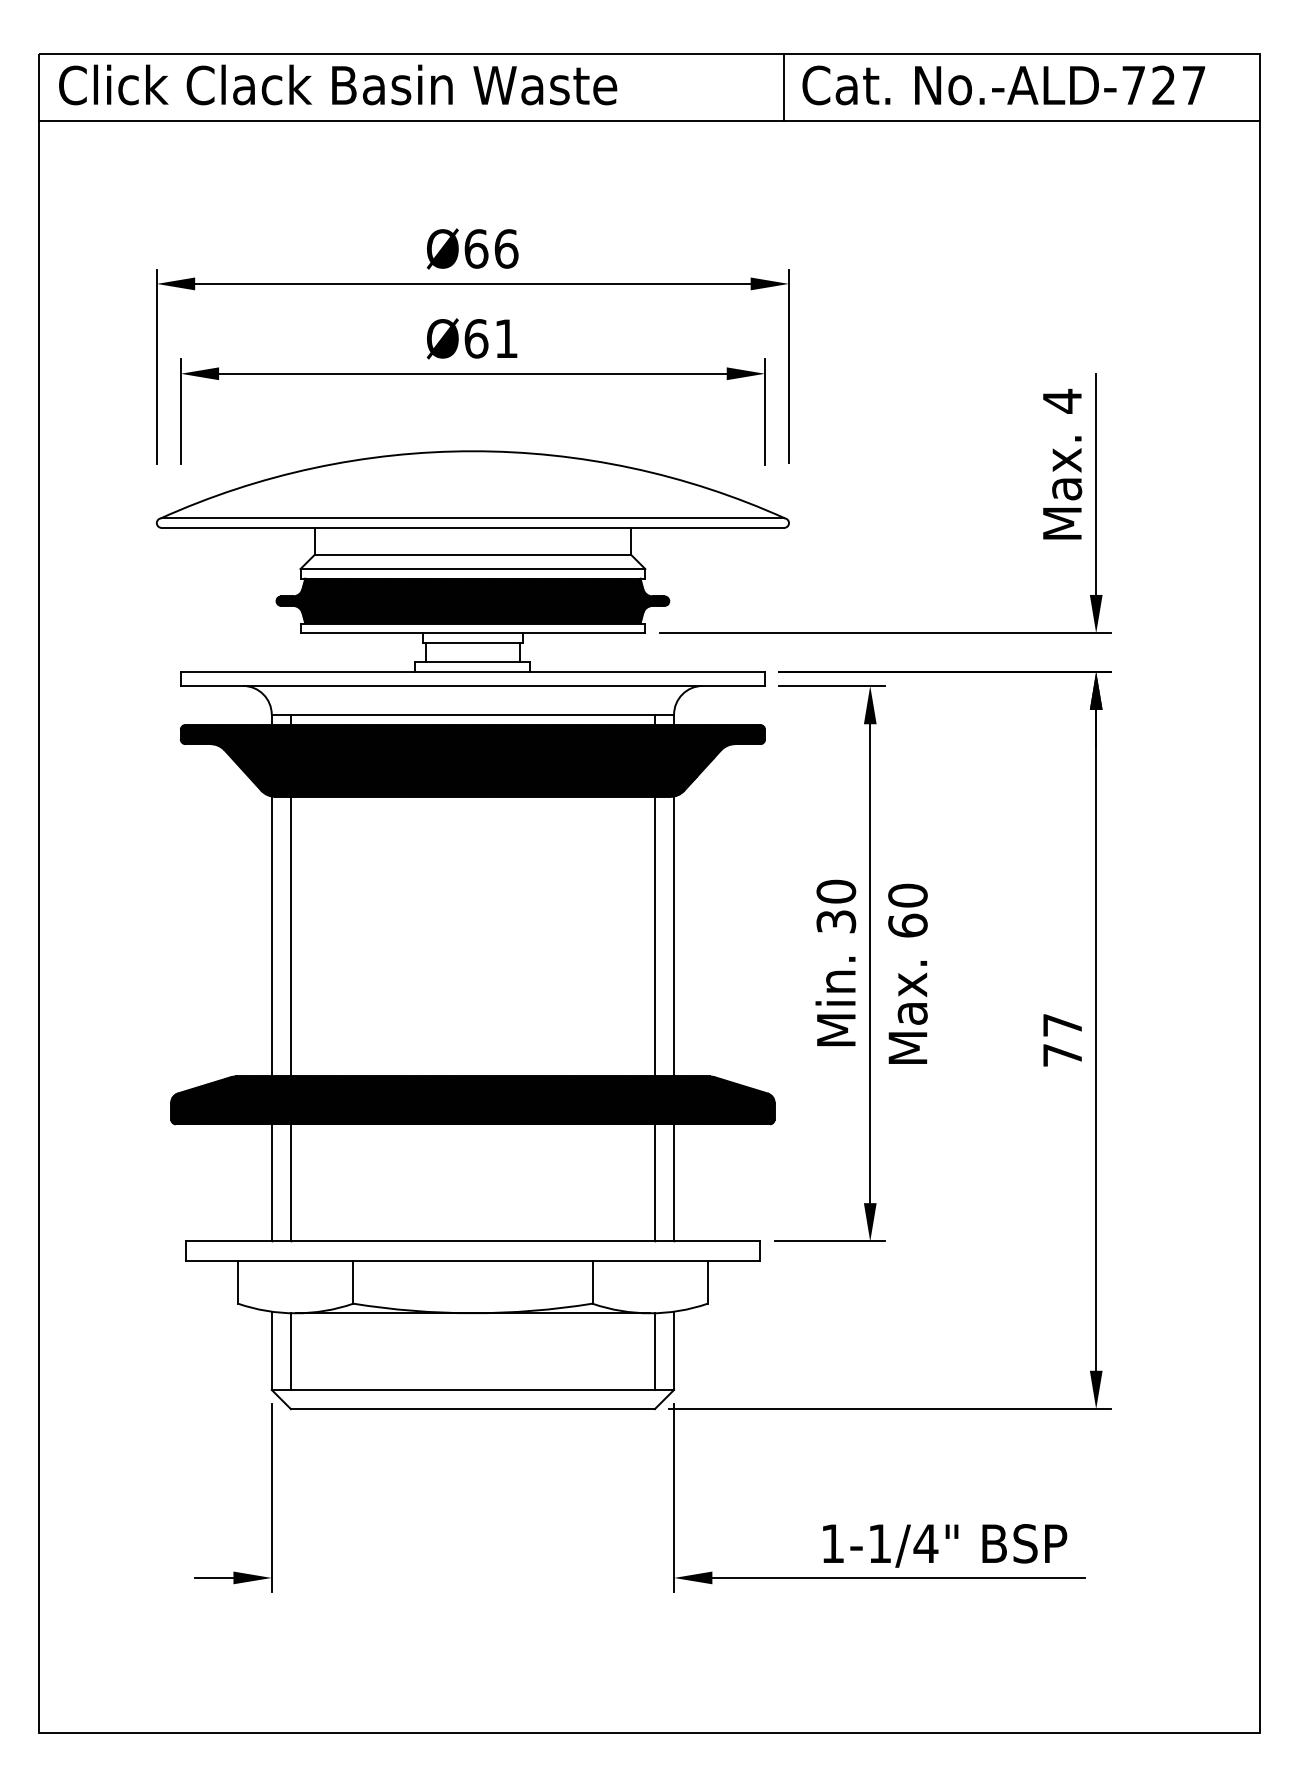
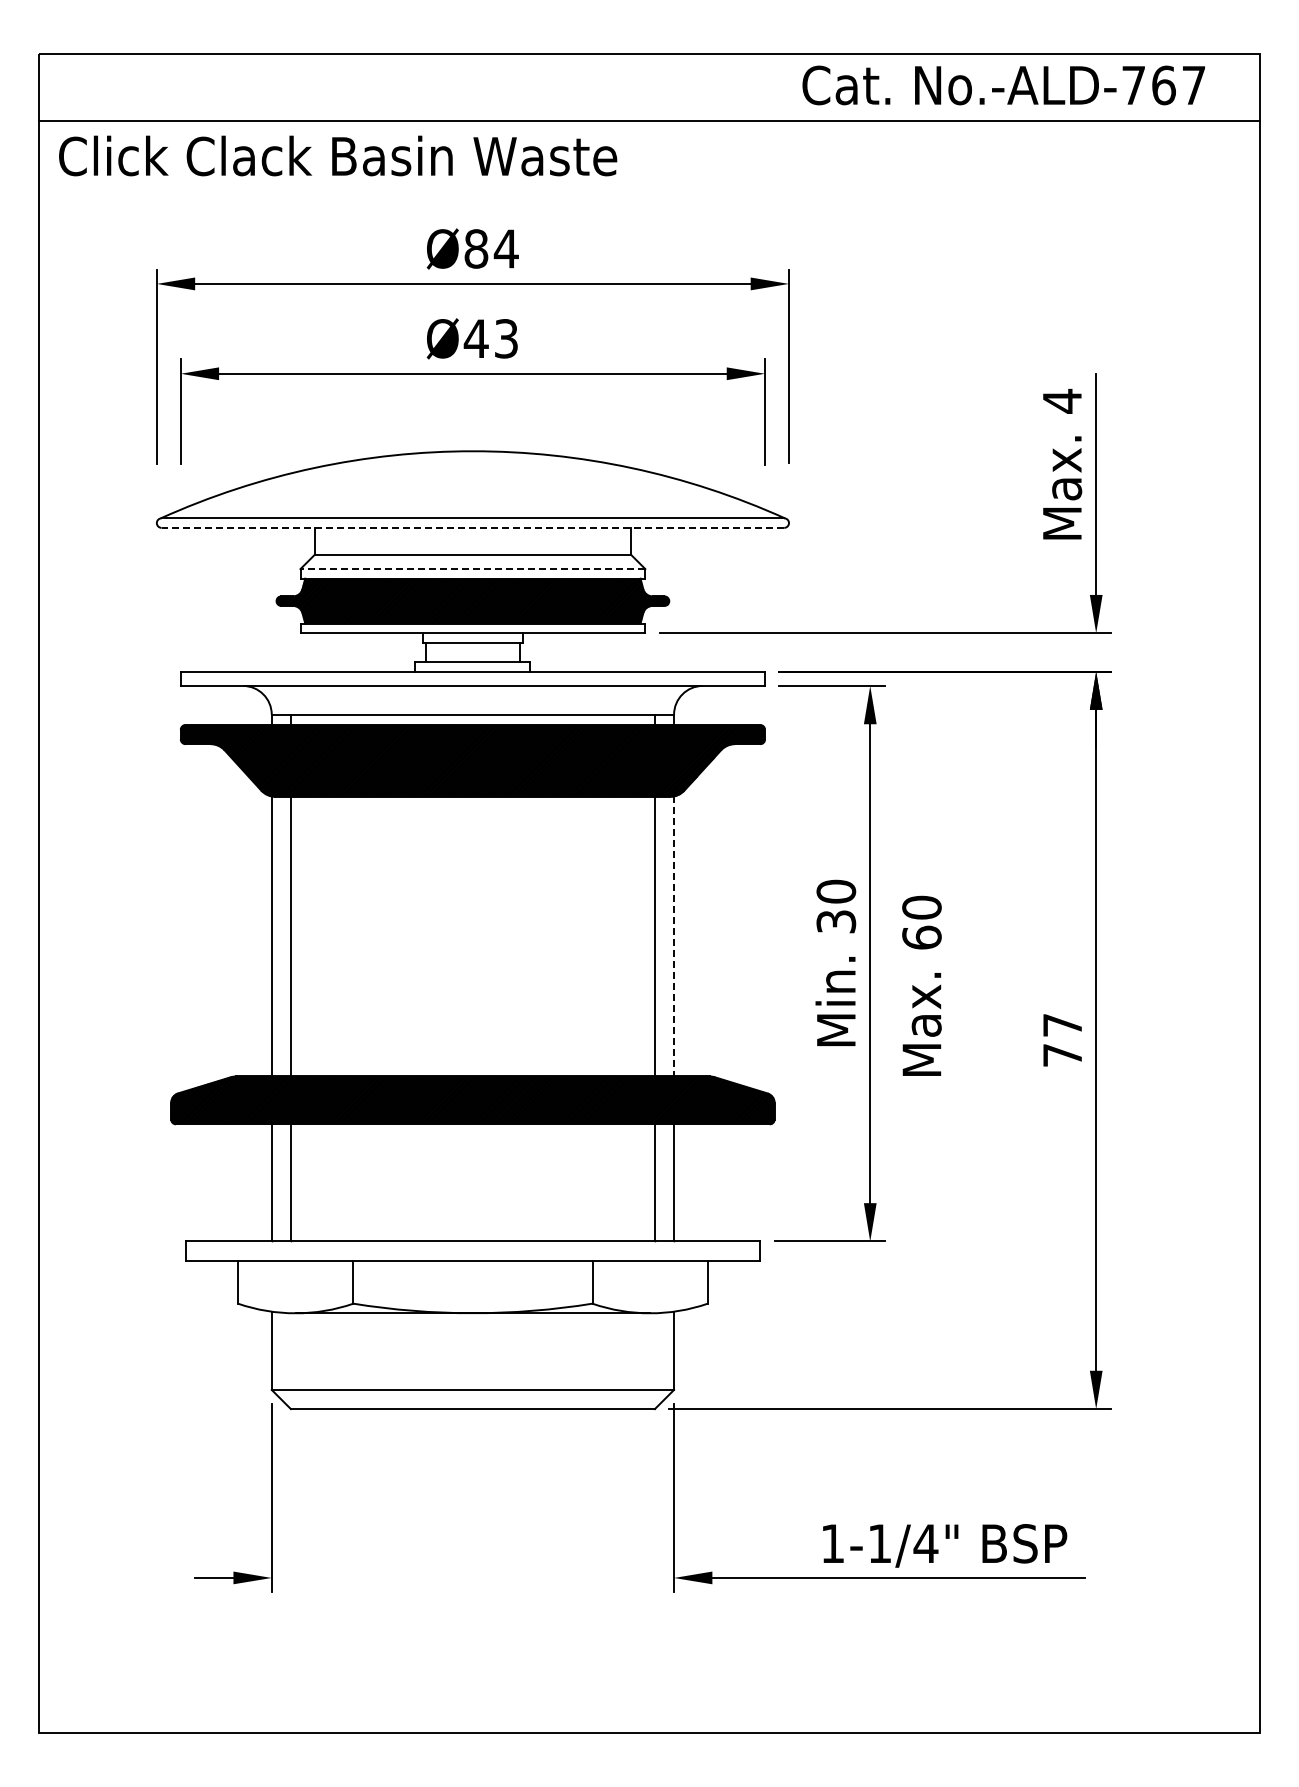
text at (338, 84) position: (338, 84) -> (338, 155)
text at (1163, 85): No.-ALD-727 -> No.-ALD-767
line at (783, 86): present -> none
text at (491, 248): Ø66 -> Ø84
text at (490, 338): Ø61 -> Ø43
line at (472, 527): solid -> dashed
line at (472, 569): solid -> dashed
line at (674, 936): solid -> dashed
text at (907, 973) position: (907, 973) -> (921, 985)
line at (290, 1351): present -> none
line at (654, 1351): present -> none
